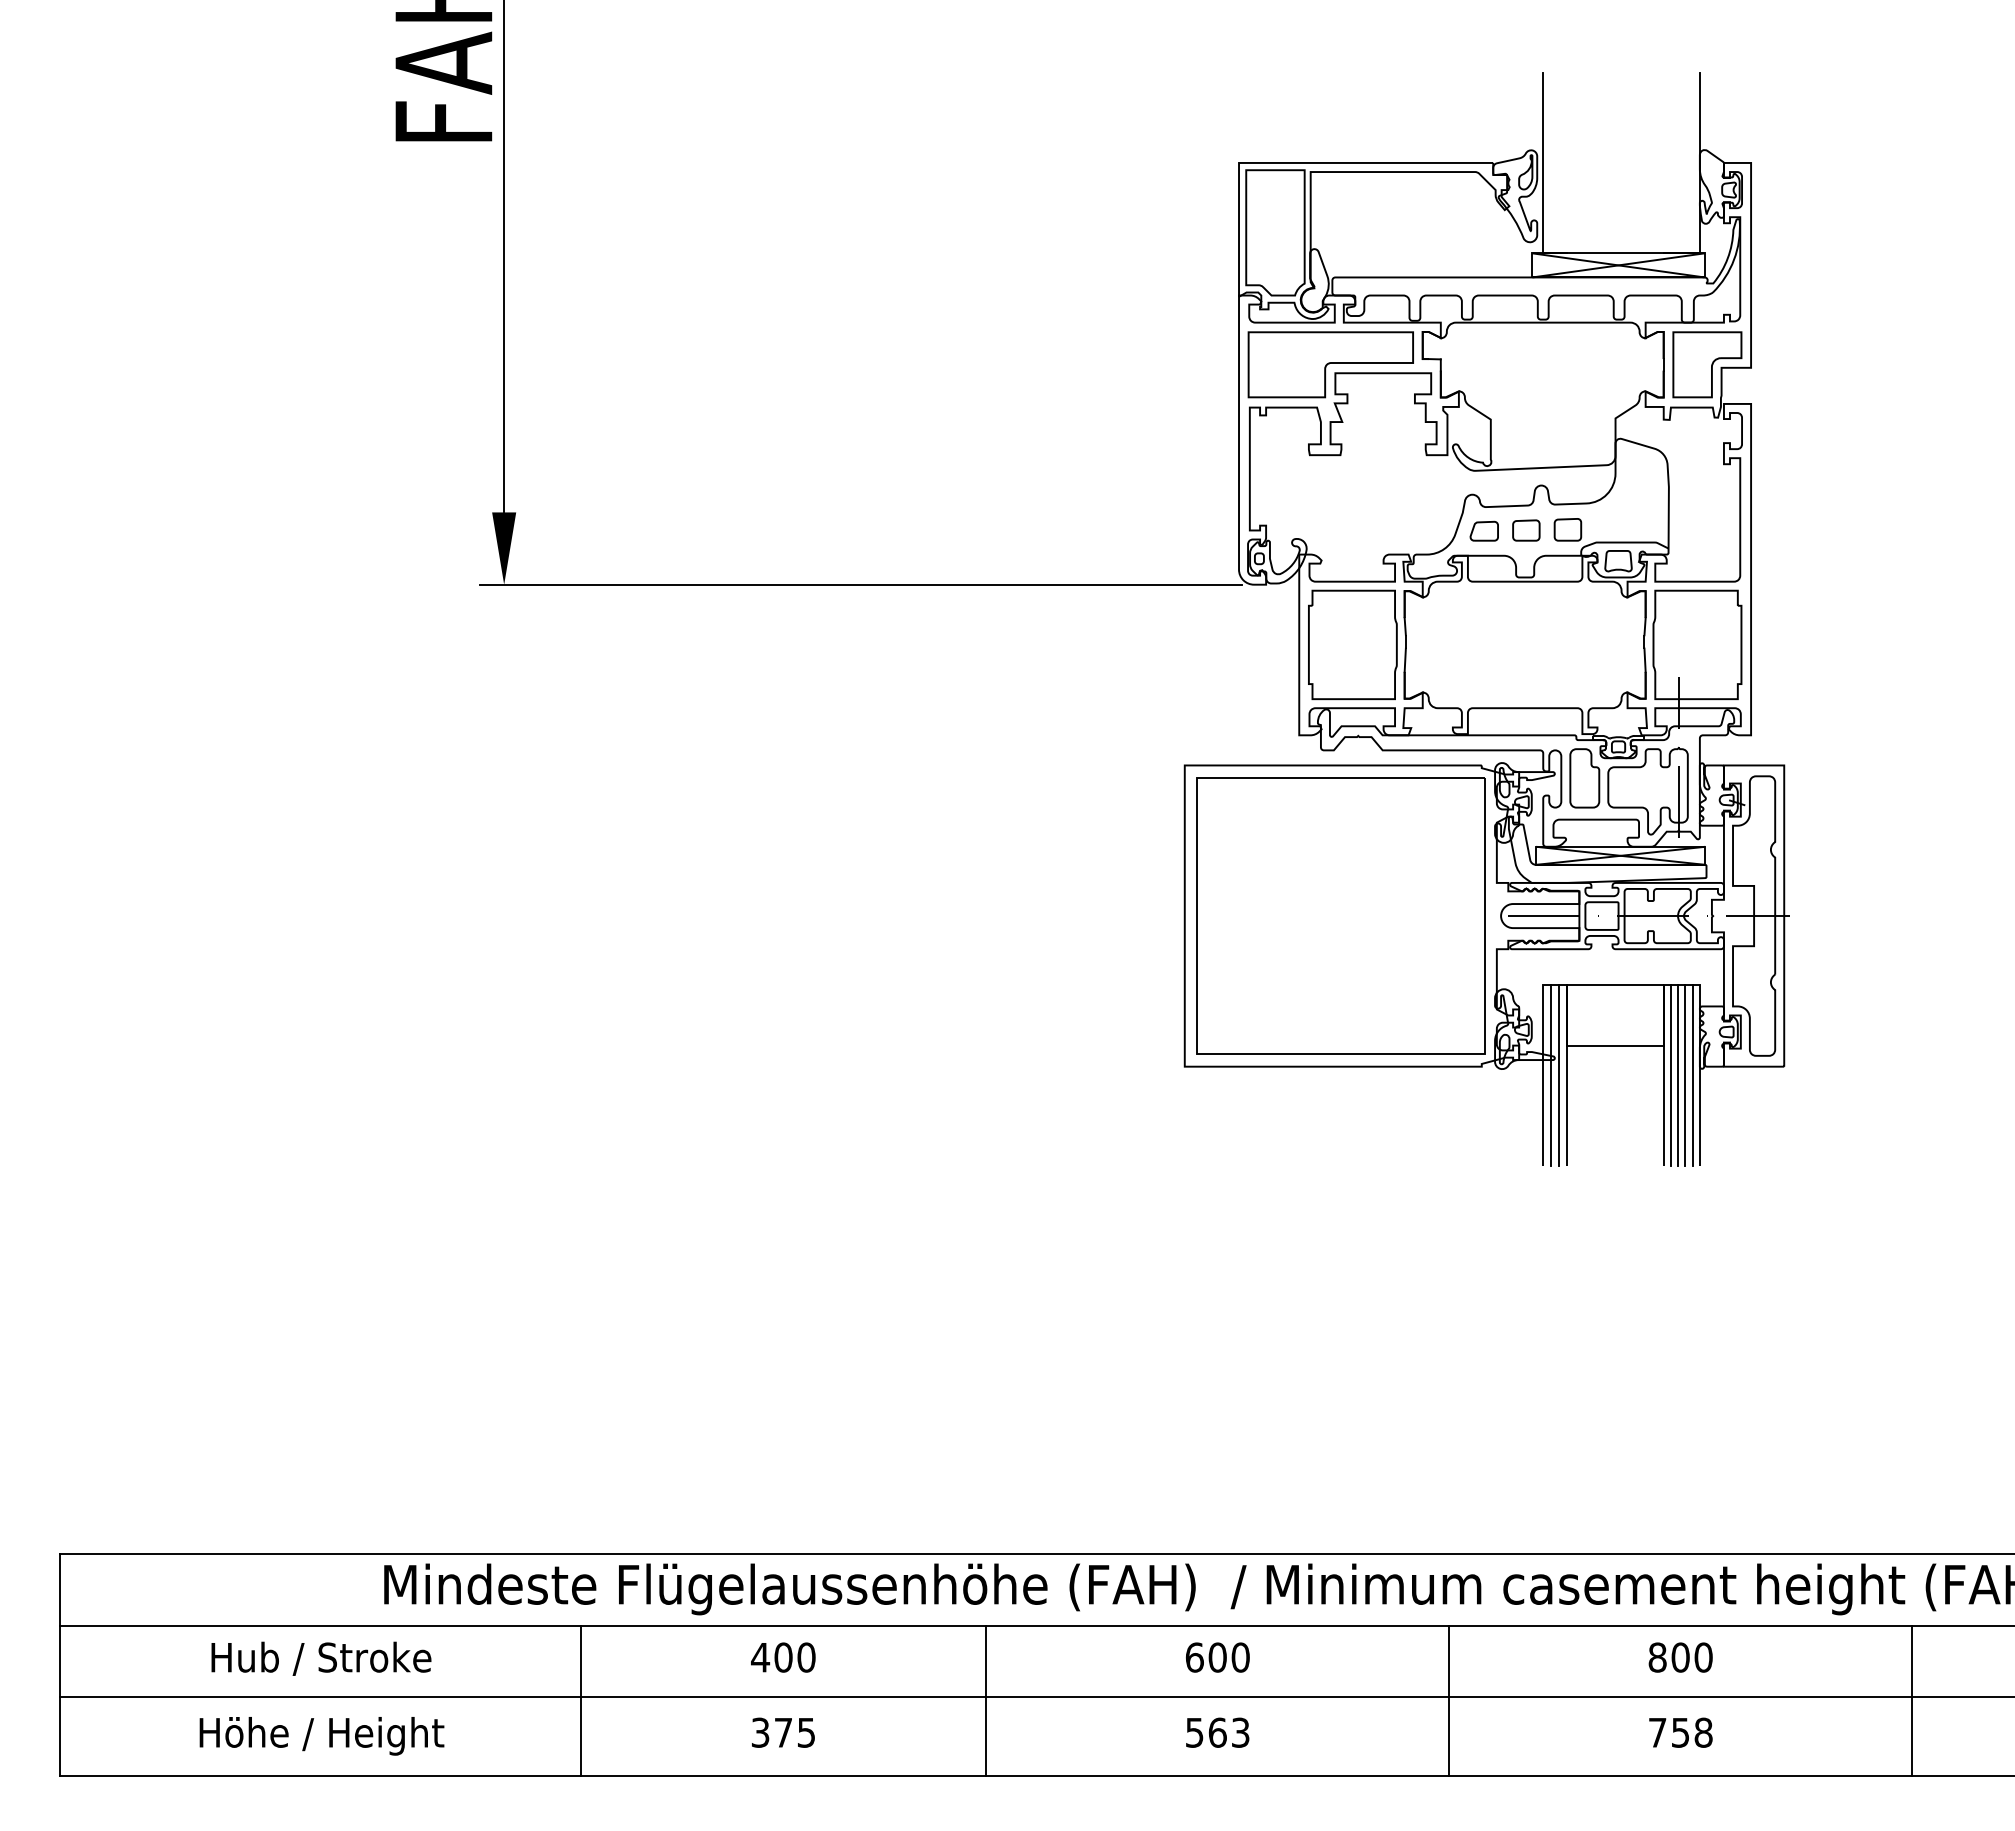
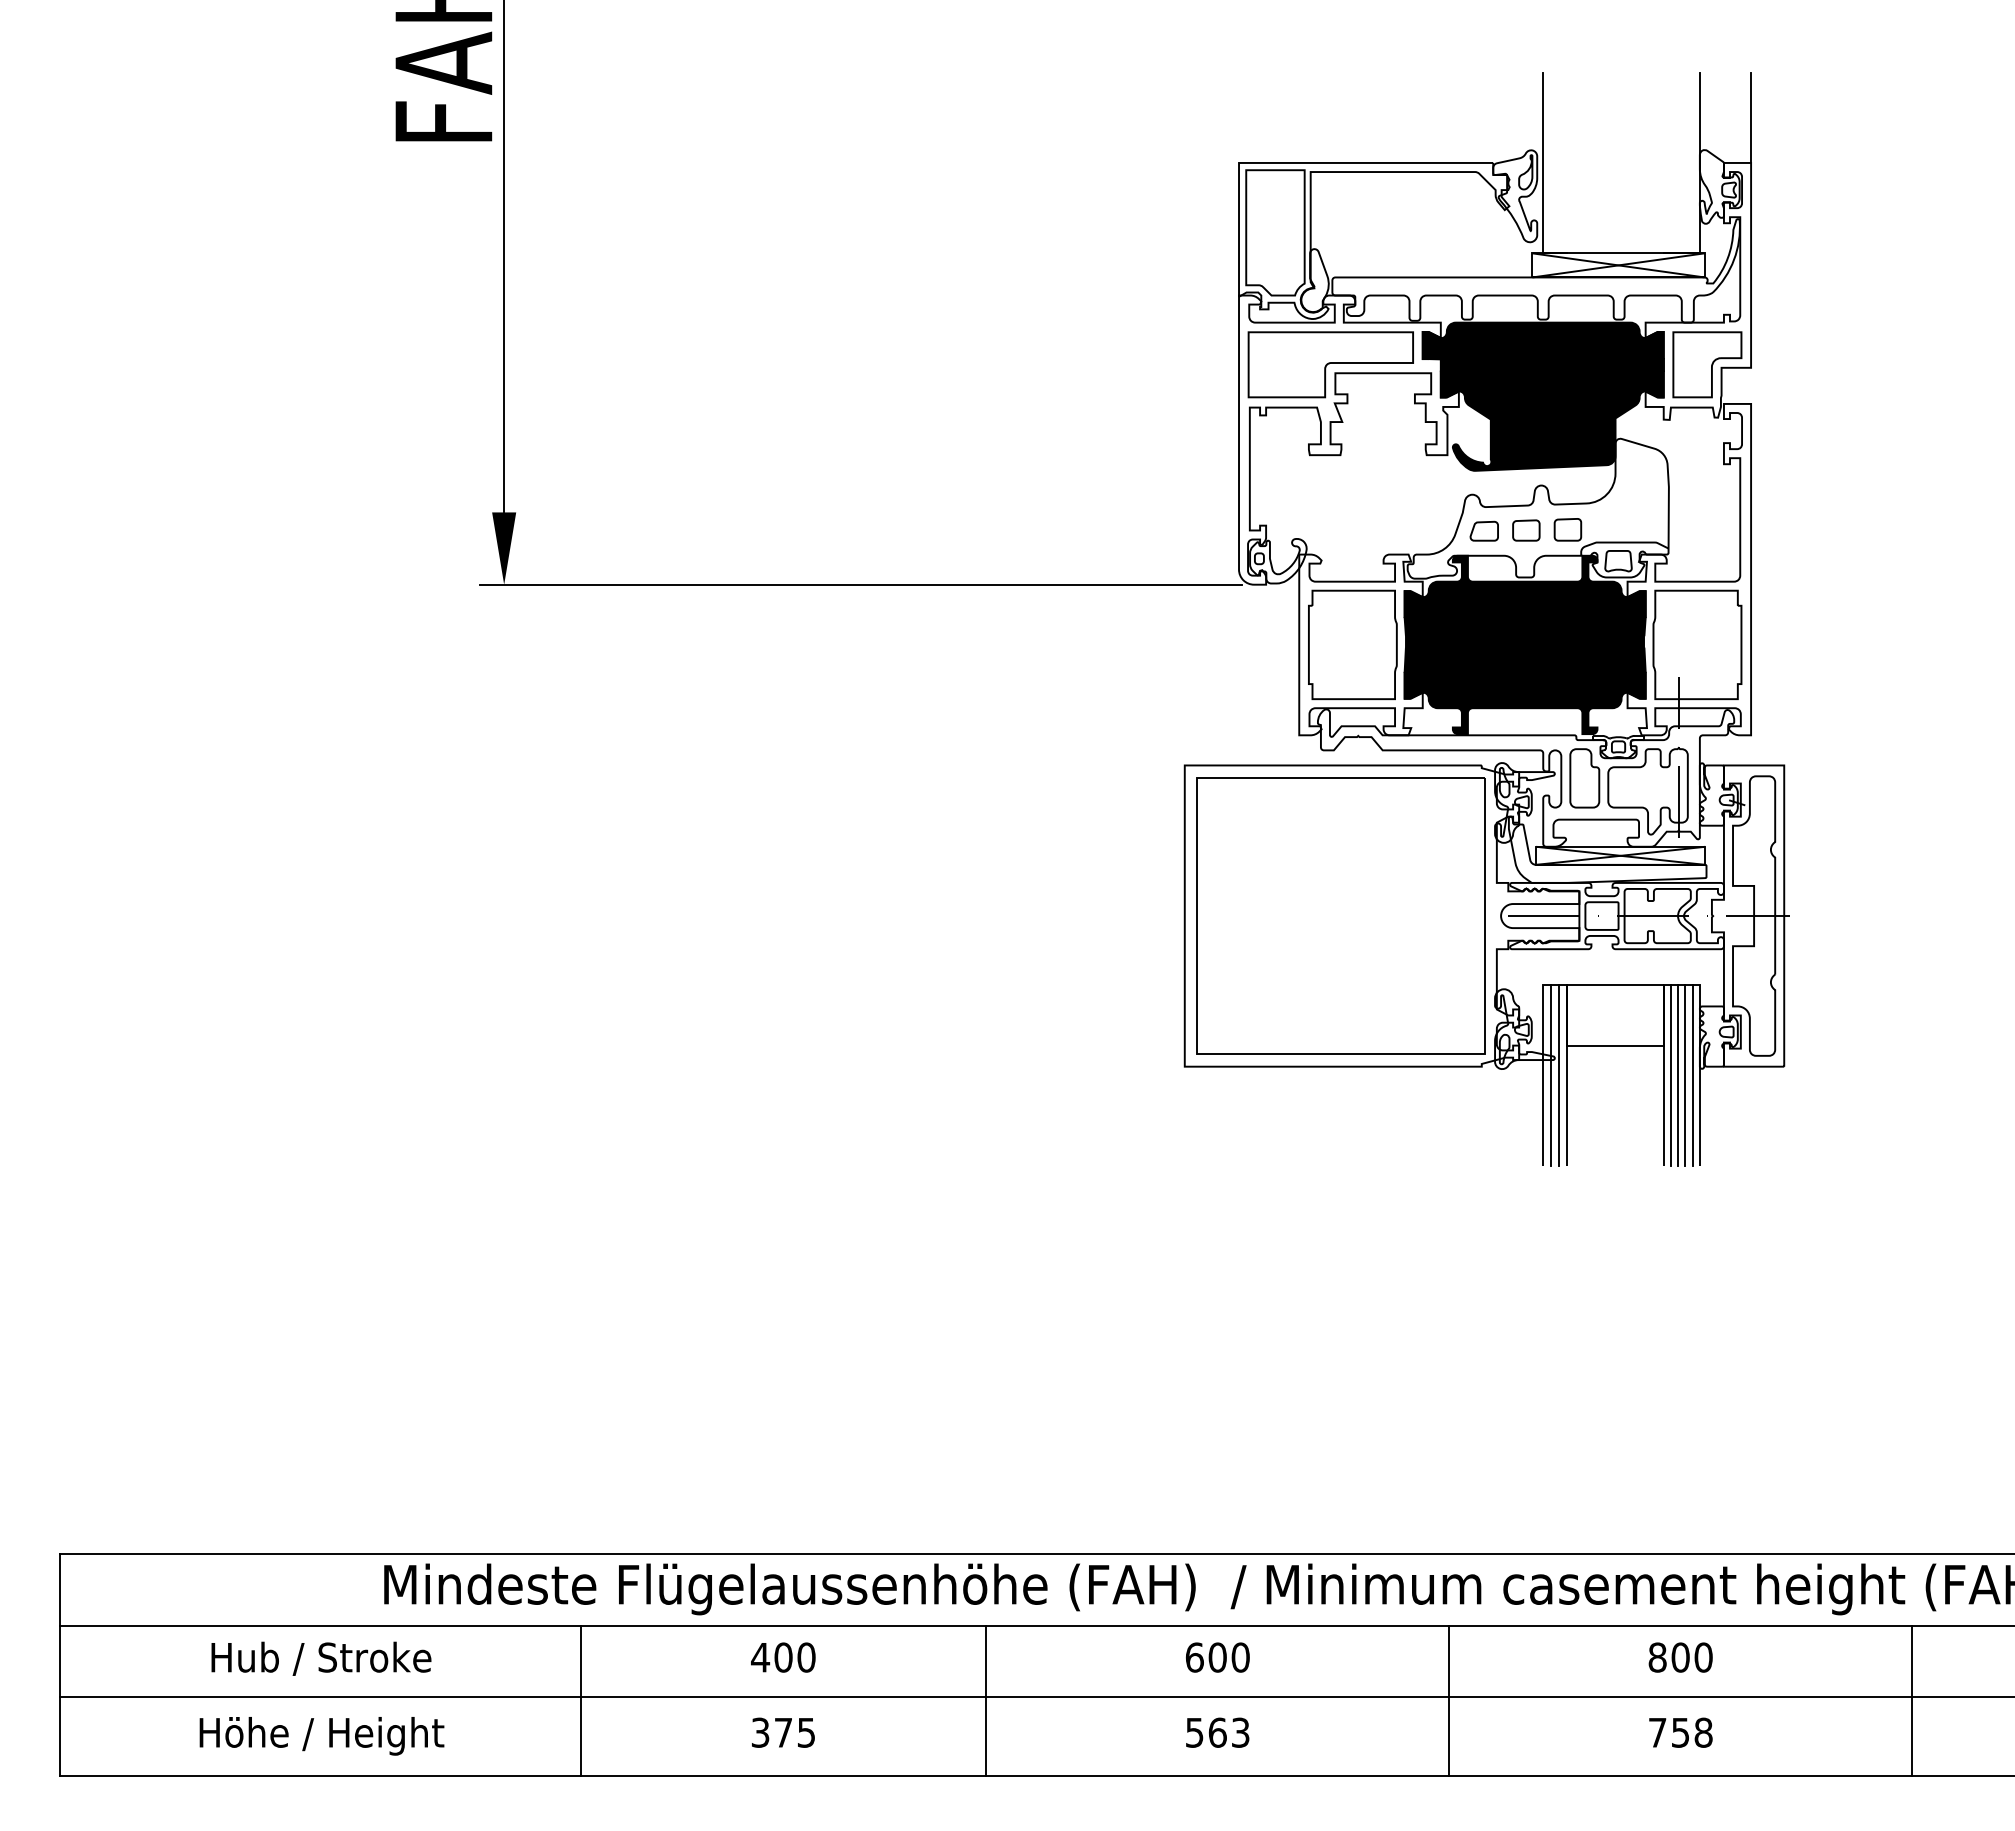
line at (1751, 117): none -> present
fill at (1542, 396): none -> present
fill at (1524, 644): none -> present
